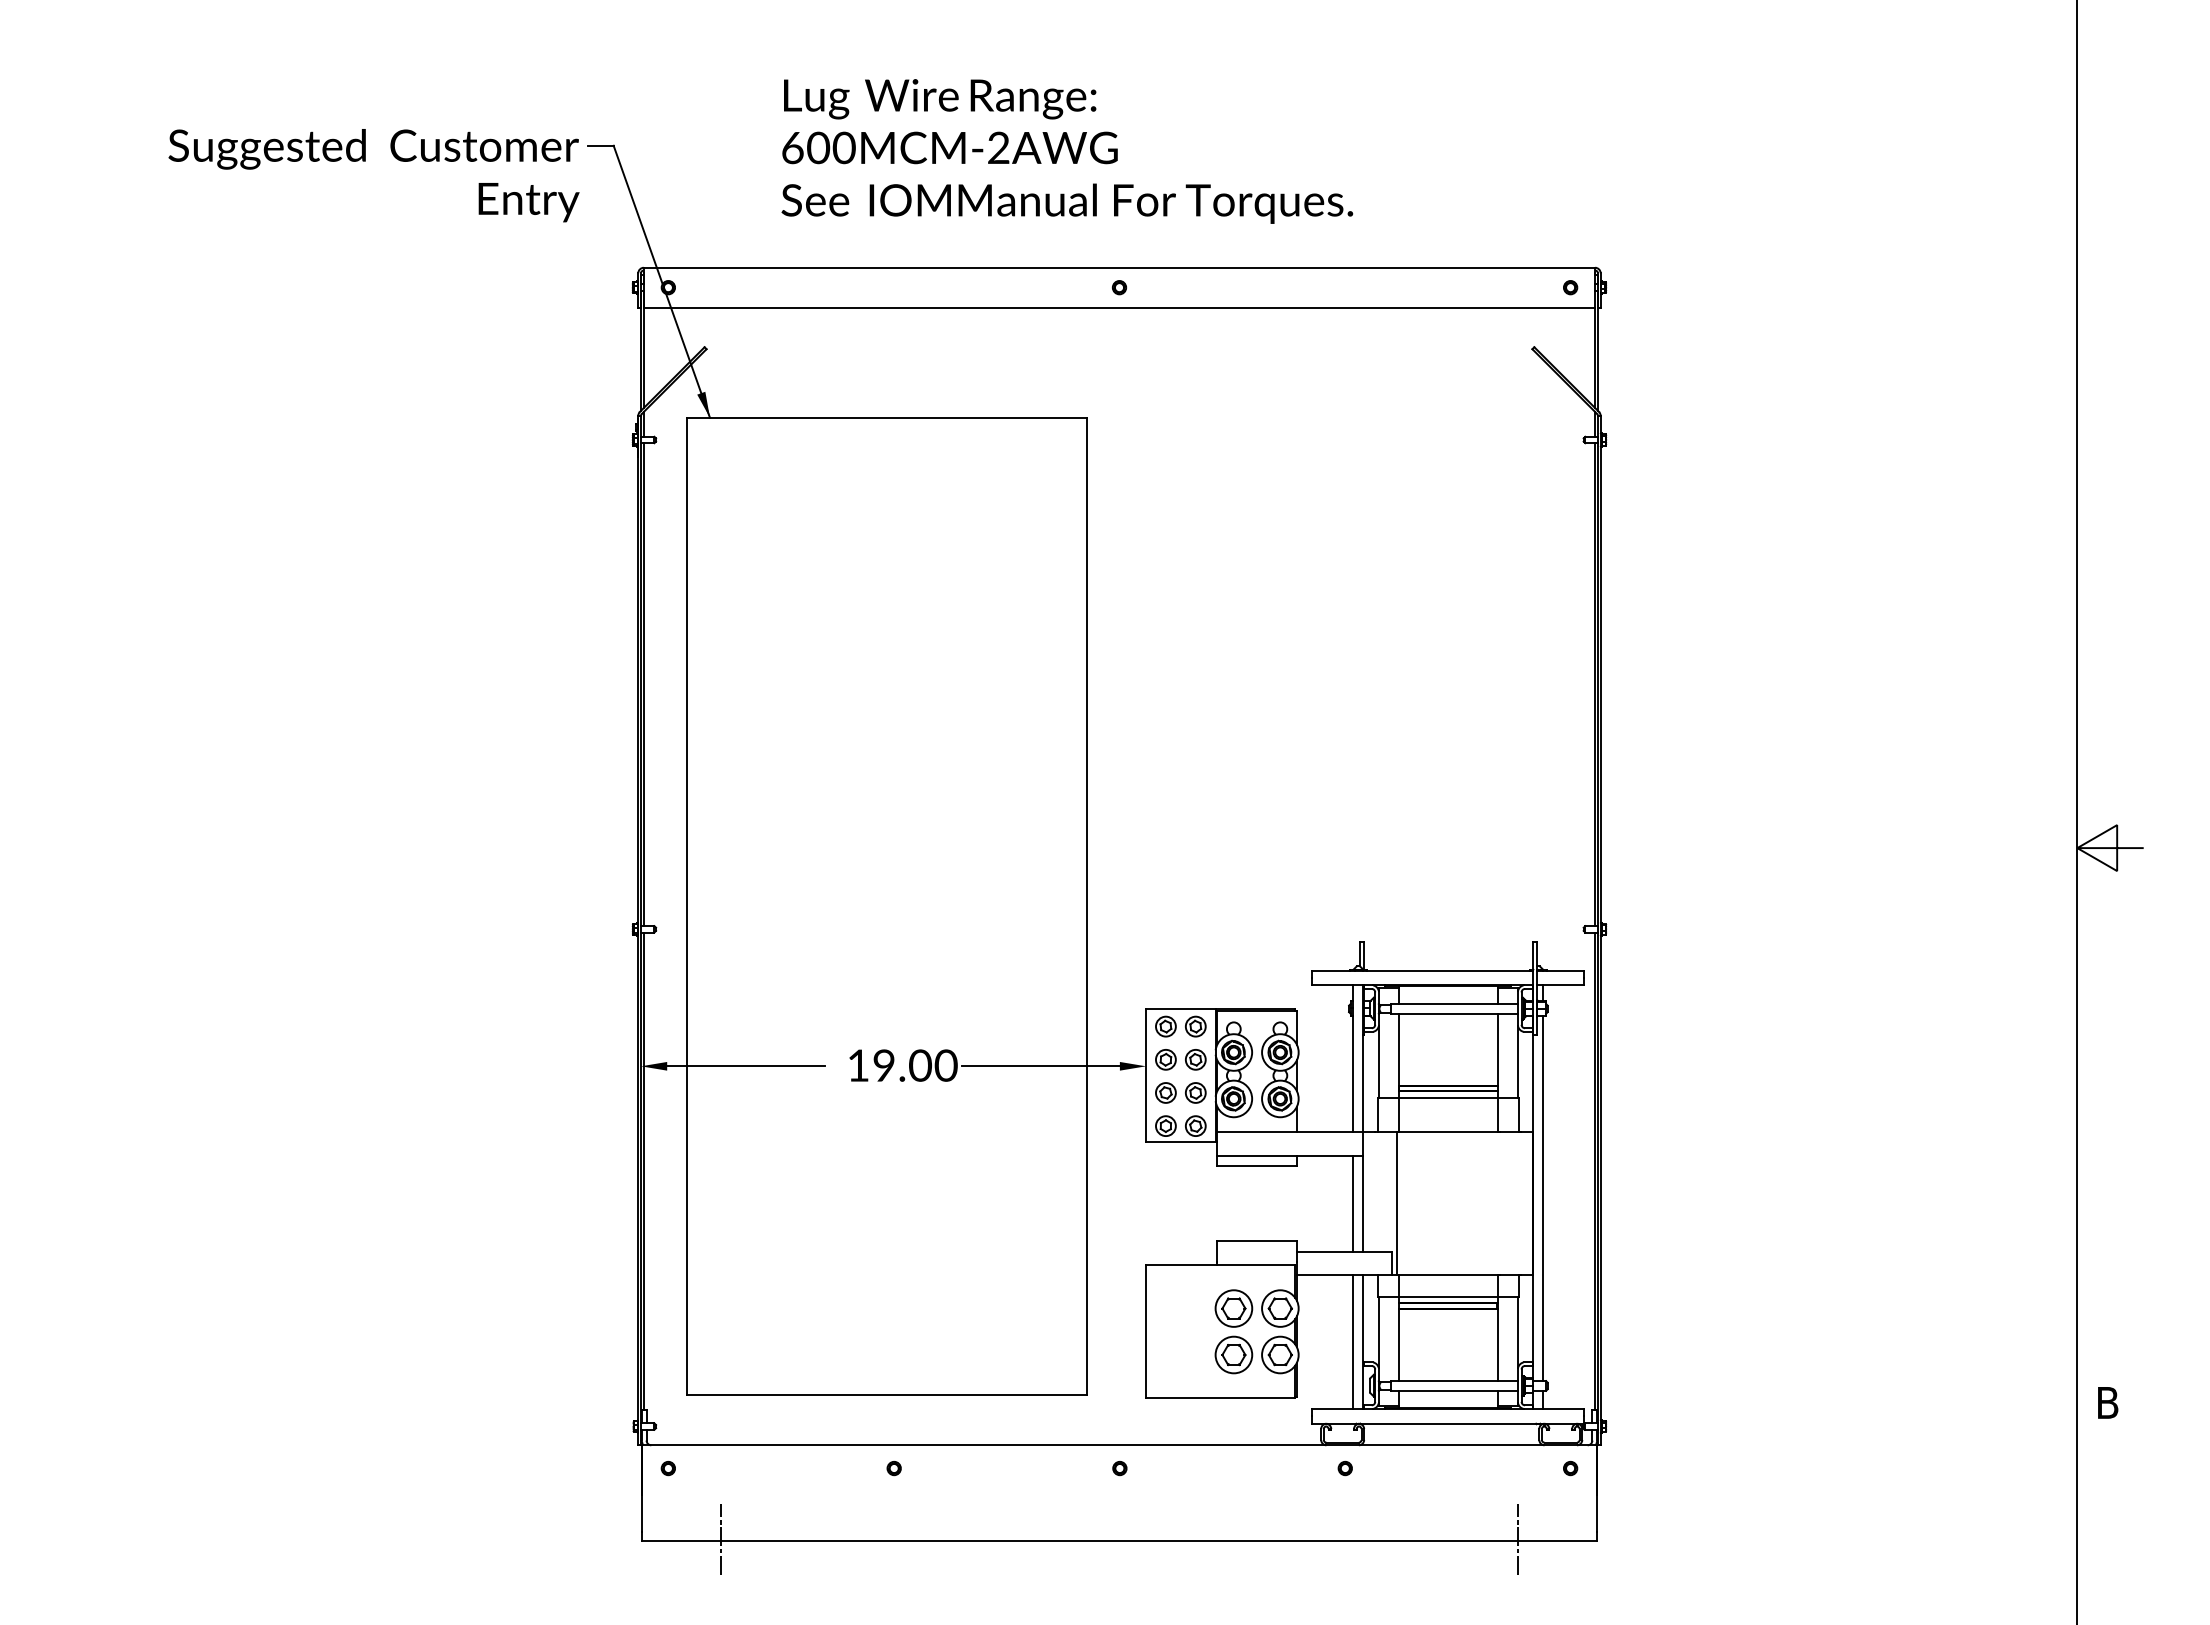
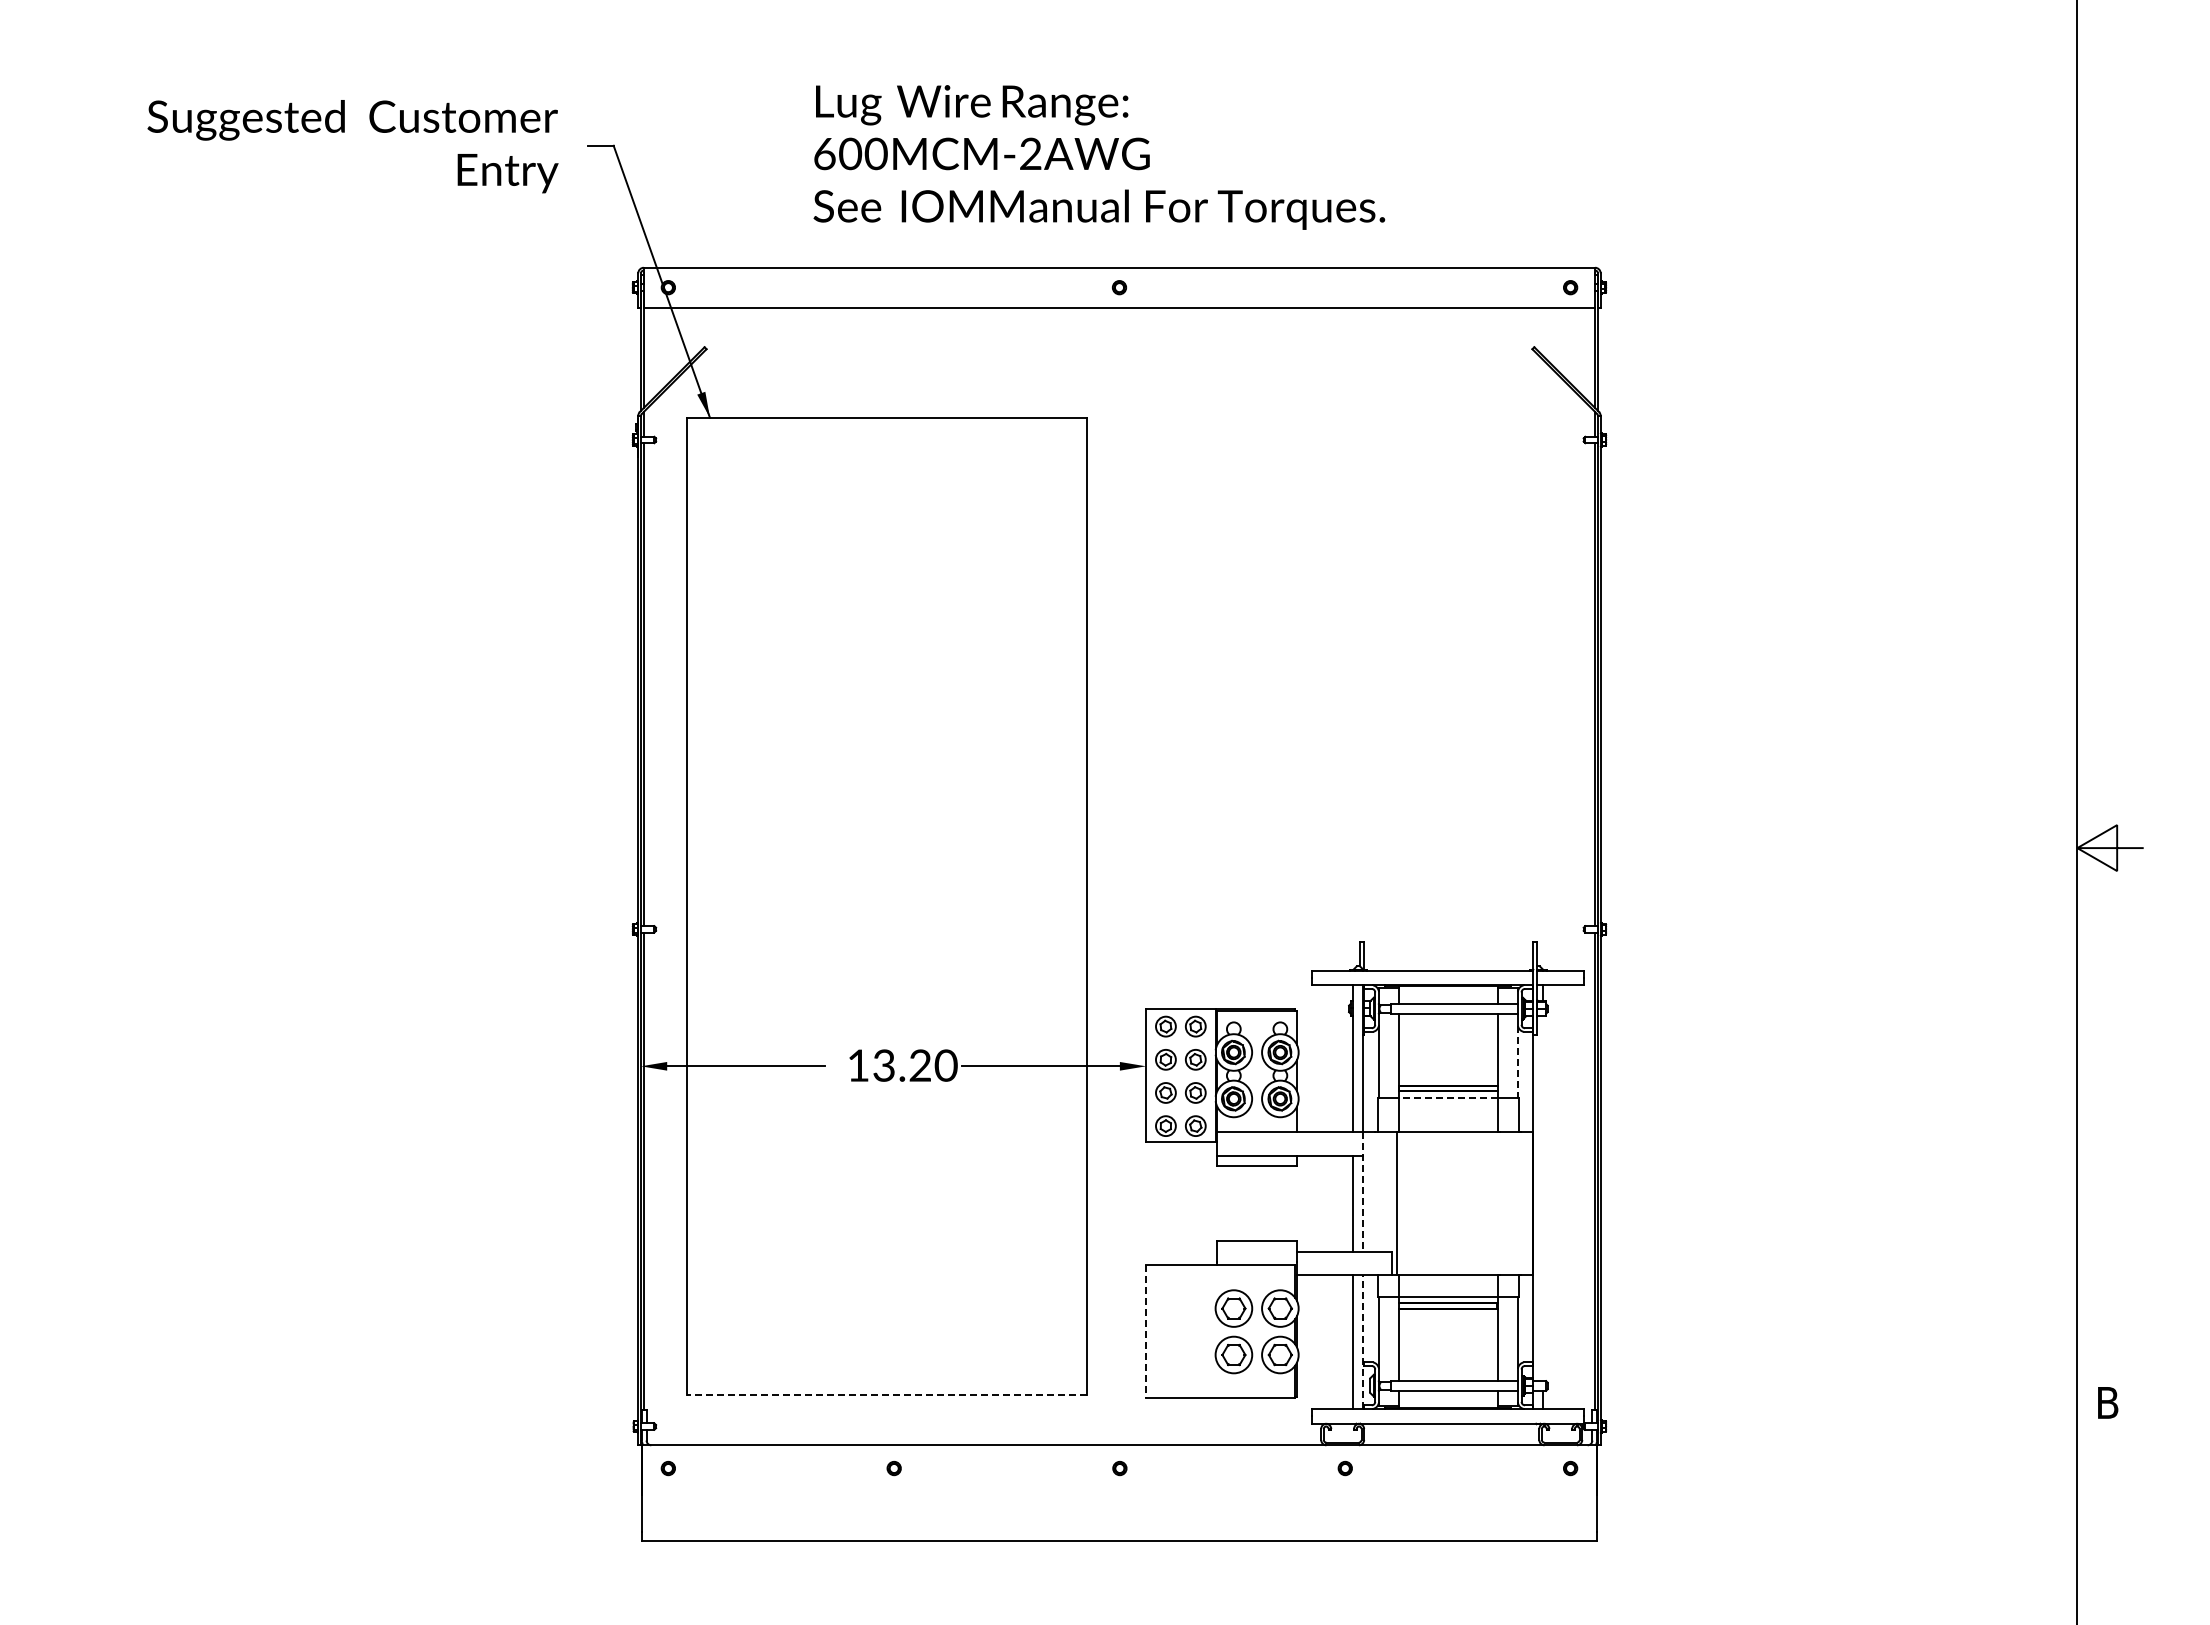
text at (1067, 151) position: (1067, 151) -> (1099, 157)
text at (373, 175) position: (373, 175) -> (352, 146)
line at (1518, 1061): solid -> dashed
text at (902, 1065): 19.00 -> 13.20
line at (1448, 1097): solid -> dashed
line at (1363, 1191): solid -> dashed
line at (1543, 1198): present -> none
line at (1146, 1332): solid -> dashed
line at (1363, 1342): solid -> dashed
line at (886, 1395): solid -> dashed
line at (721, 1538): present -> none
line at (1517, 1538): present -> none
